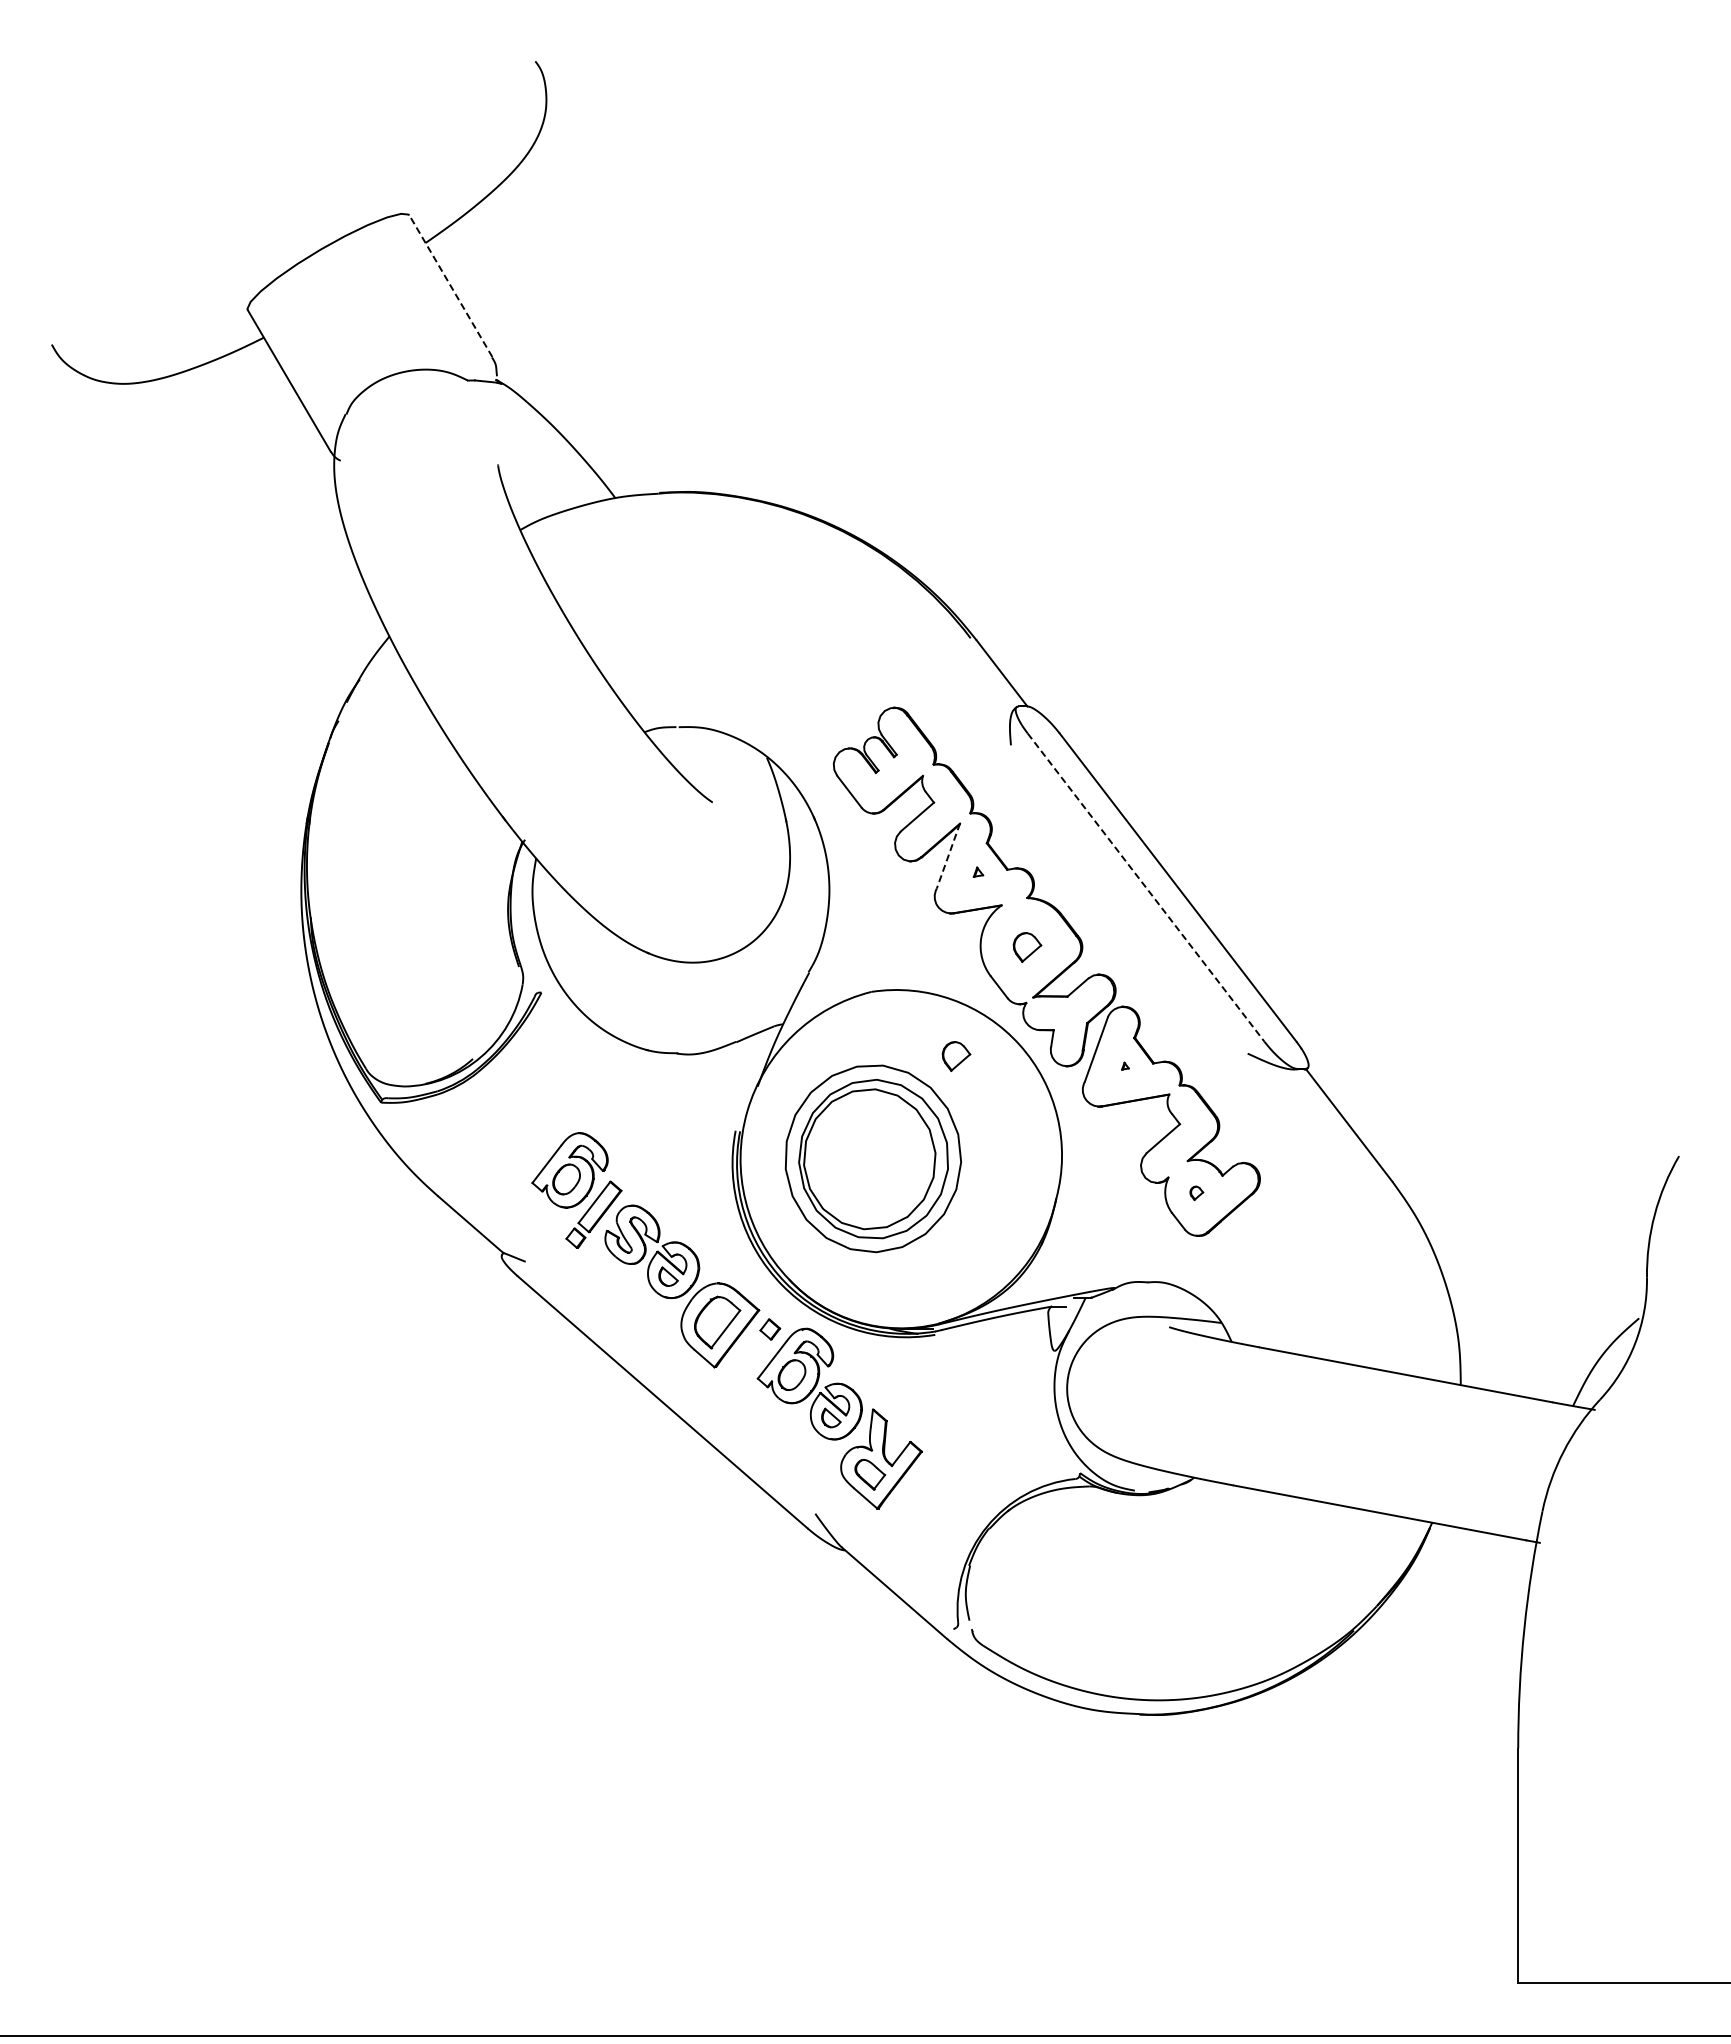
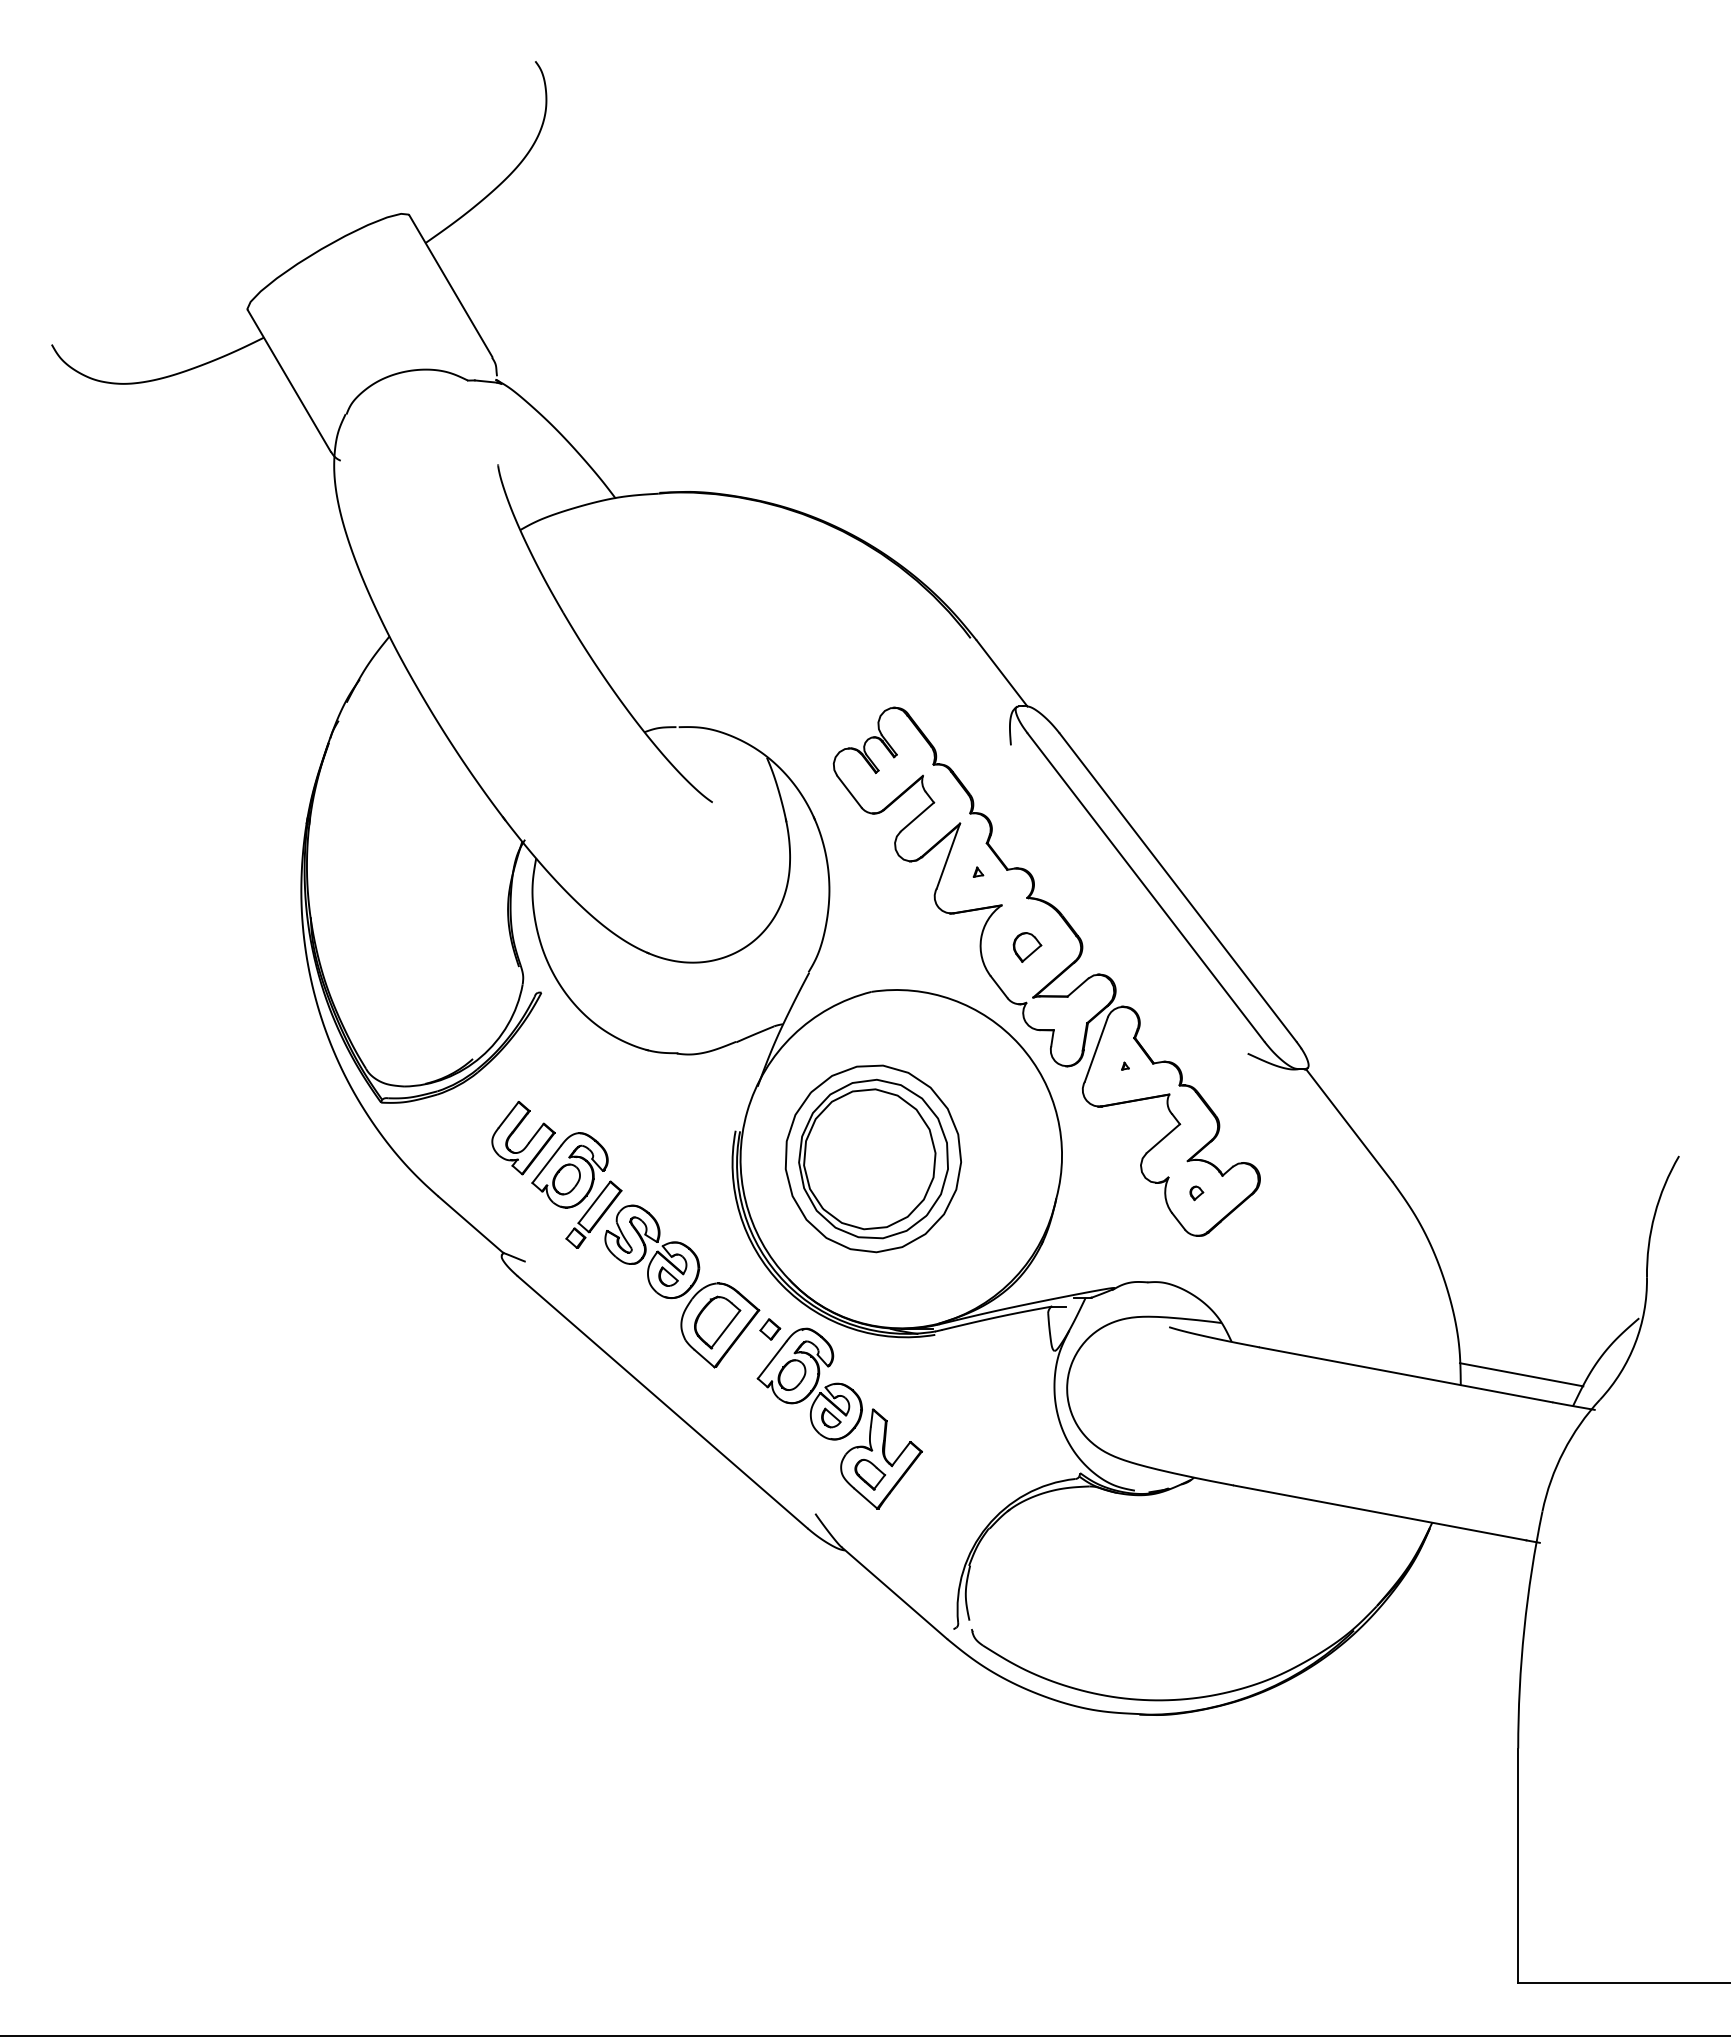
line at (450, 285): dashed -> solid
line at (948, 856): dashed -> solid
line at (1146, 888): dashed -> solid
part at (956, 1056): present -> none
part at (523, 1138): none -> present
line at (1521, 1374): none -> present
